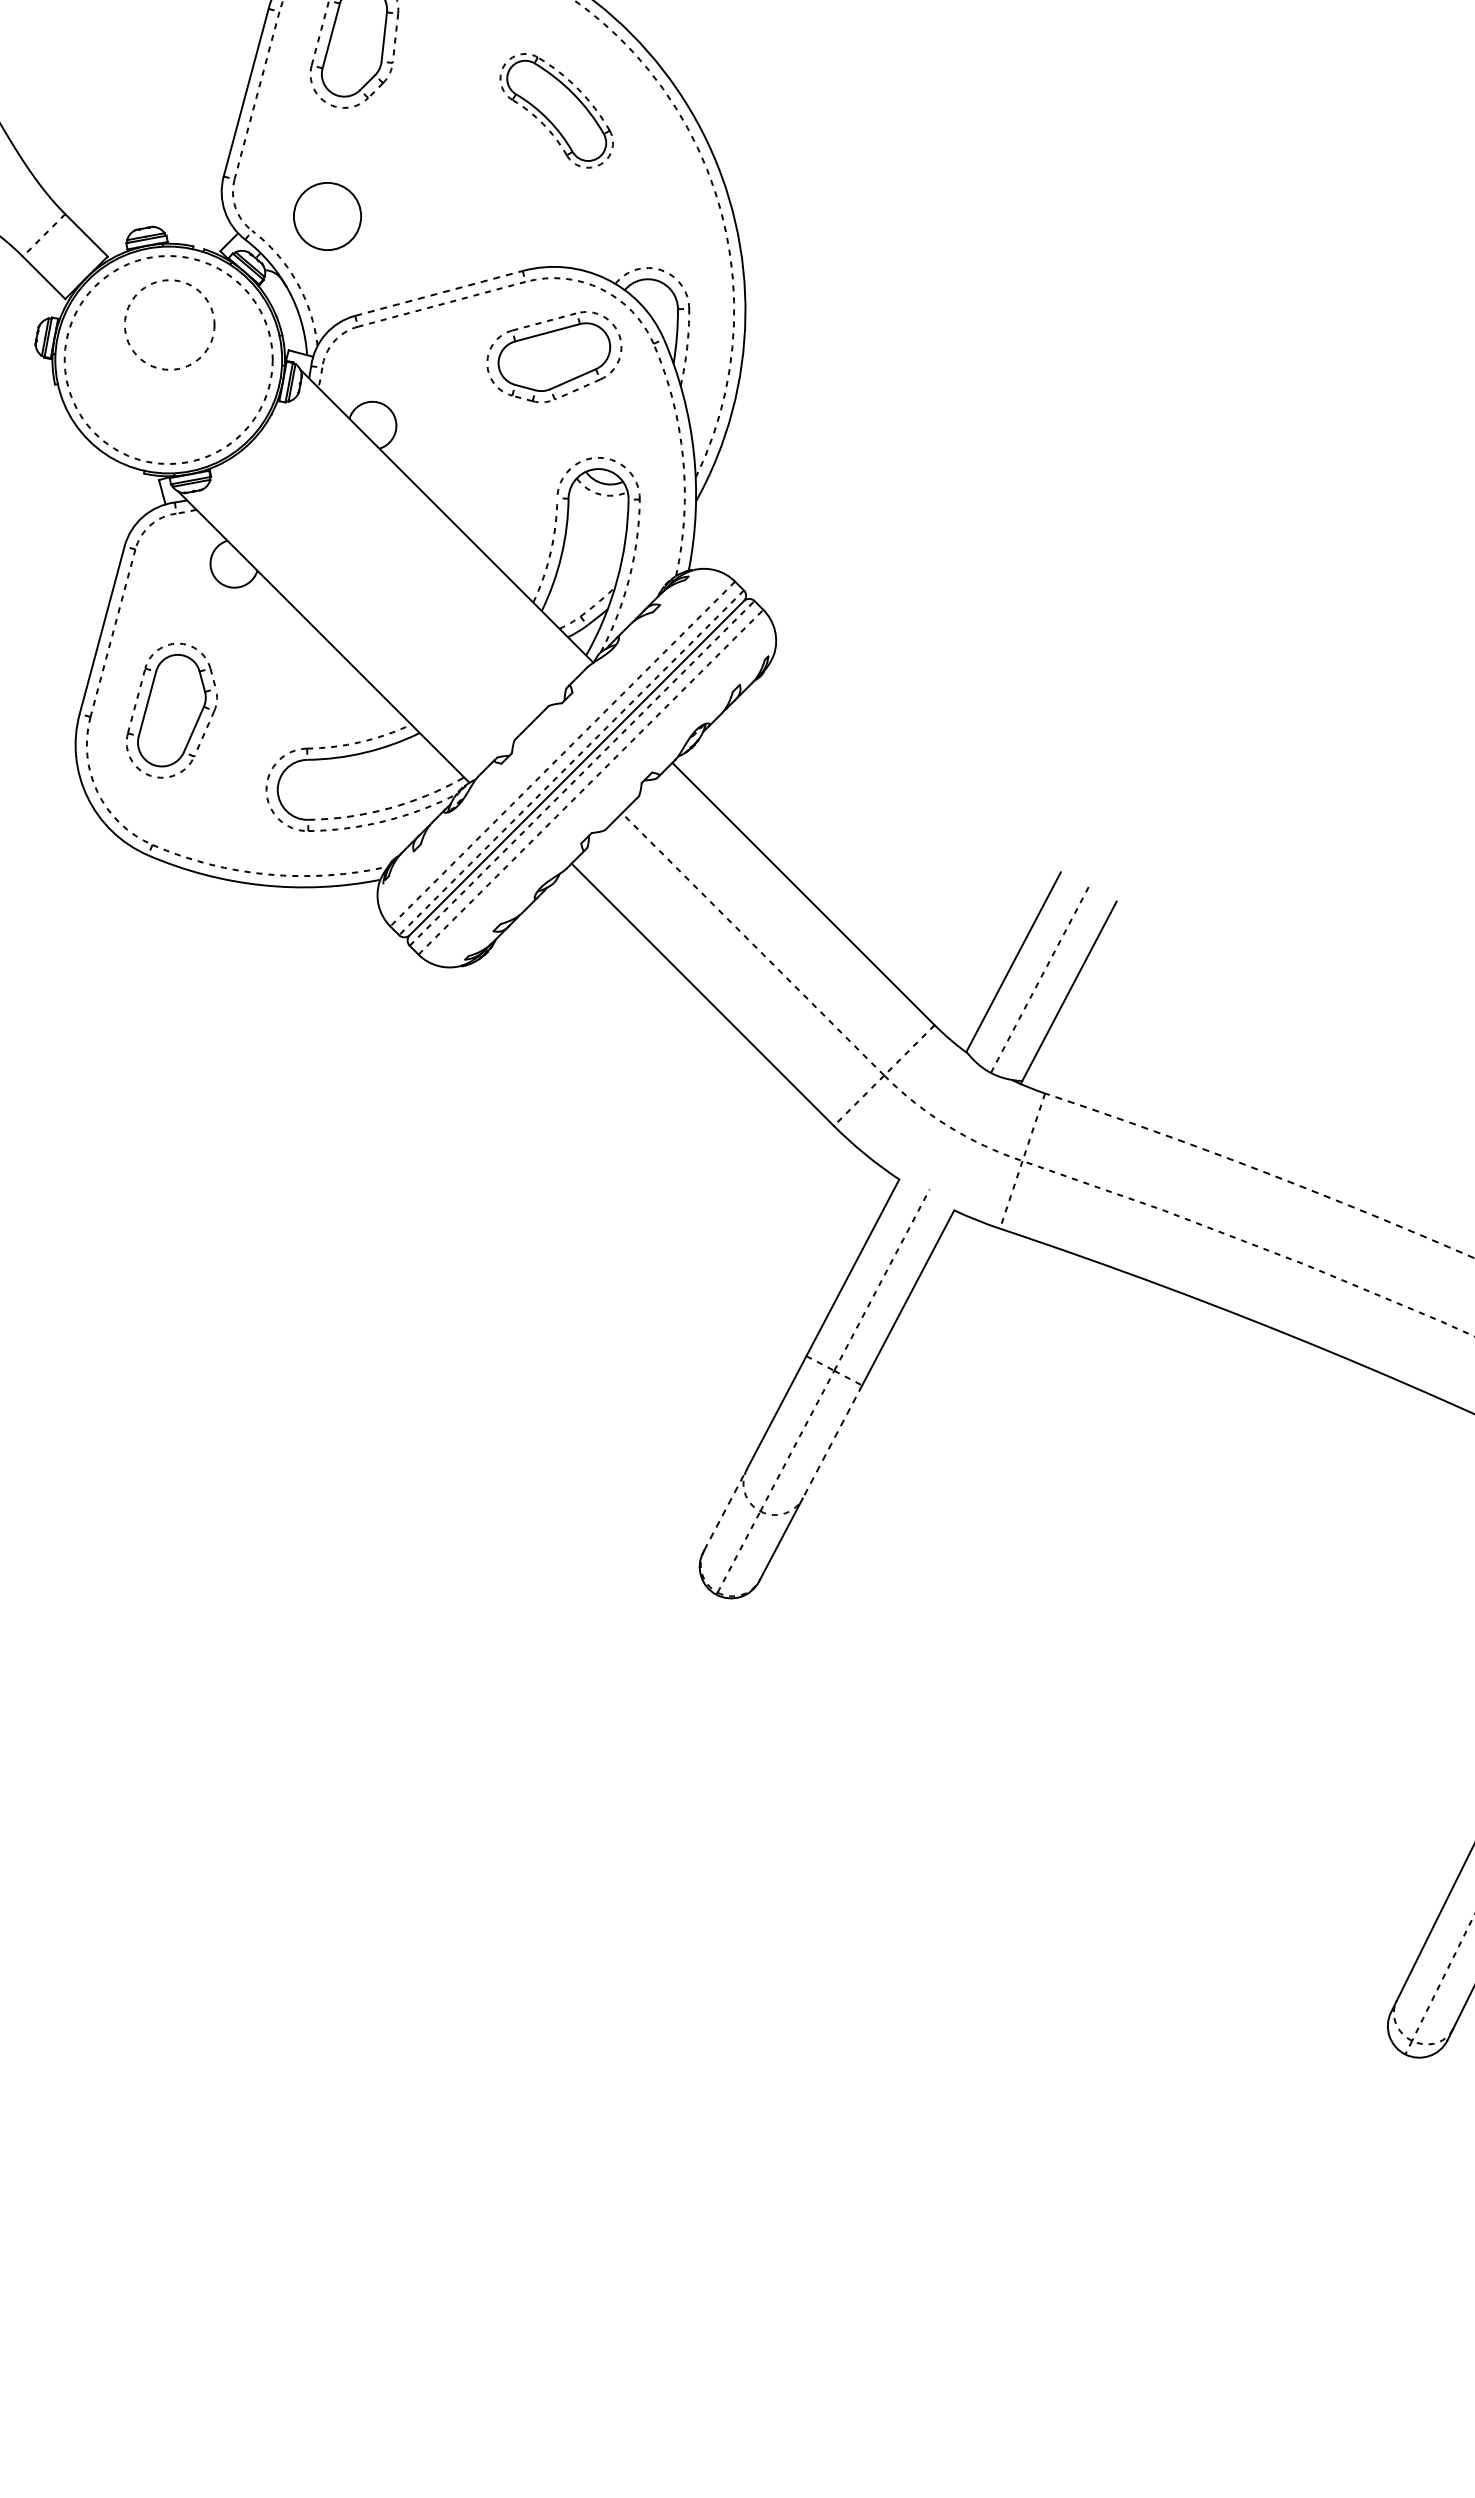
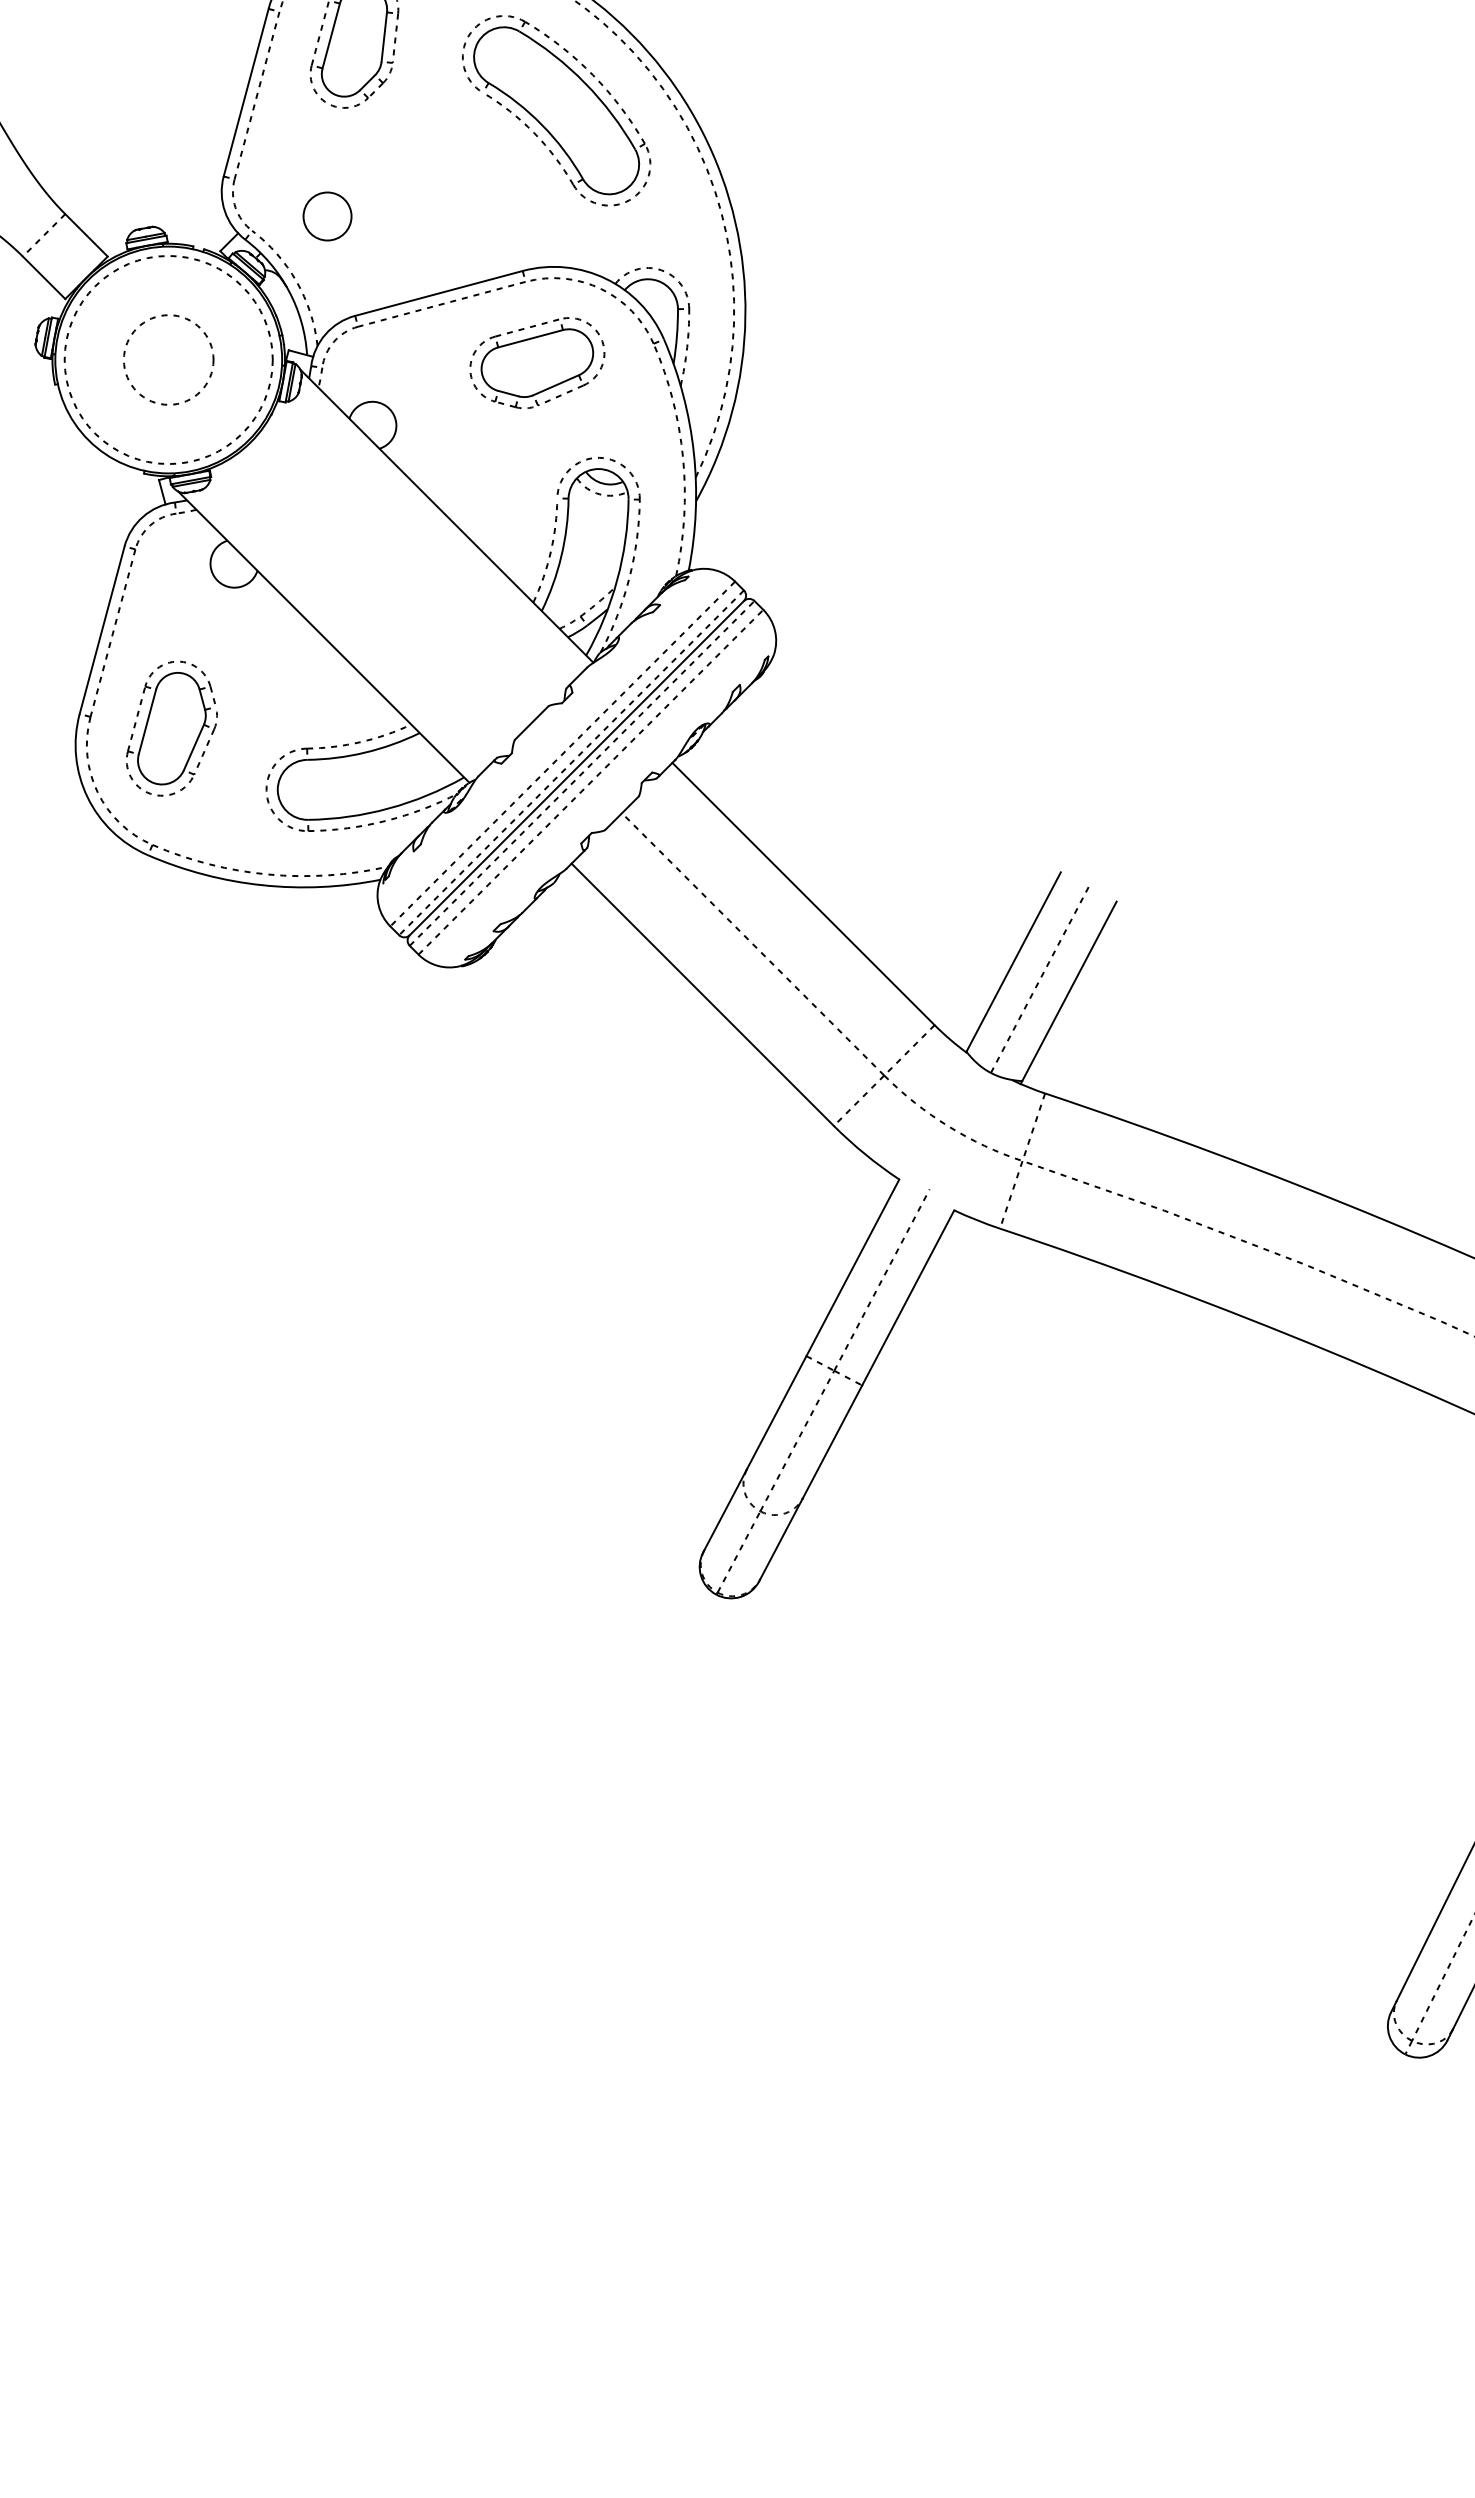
part at (556, 110) size: 115x116 px -> 190x192 px
circle at (327, 216) diameter: 67 px -> 48 px
line at (438, 293): dashed -> solid
circle at (169, 324) position: (169, 324) -> (168, 359)
part at (554, 356) position: (554, 356) -> (537, 362)
part at (171, 710) position: (171, 710) -> (171, 728)
arc at (388, 808): dashed -> solid
arc at (1261, 1171): dashed -> solid
line at (832, 1442): dashed -> solid
line at (725, 1509): dashed -> solid
